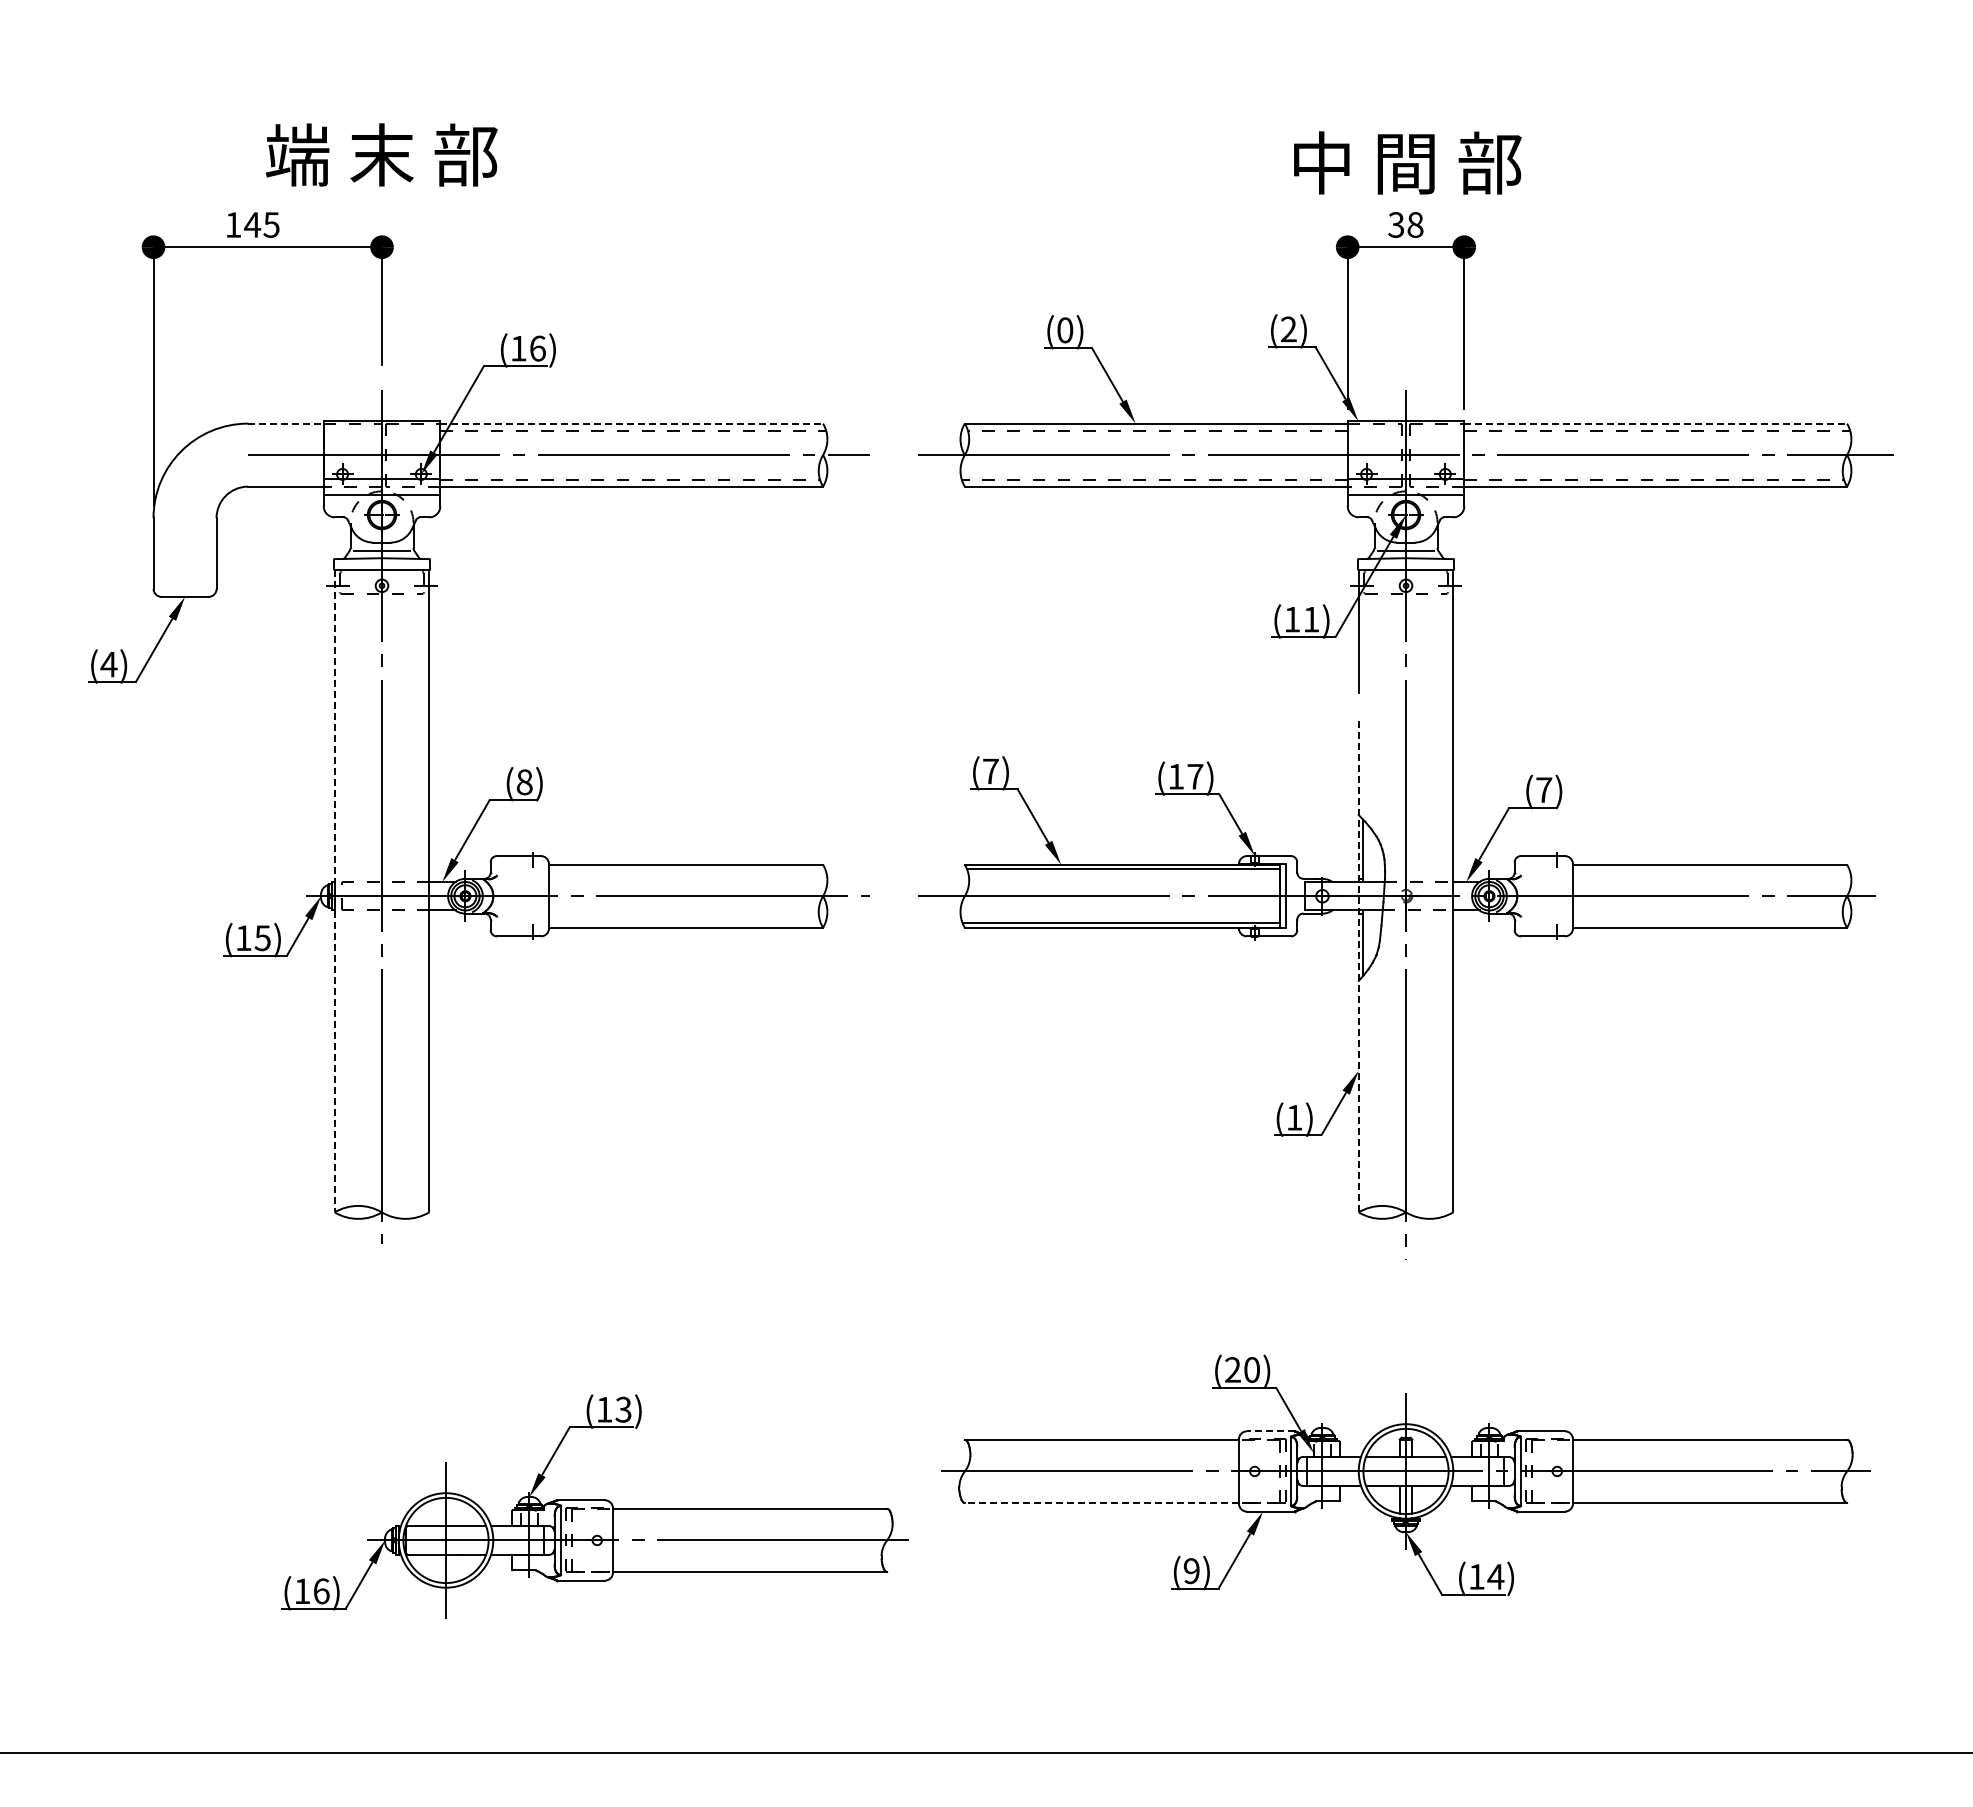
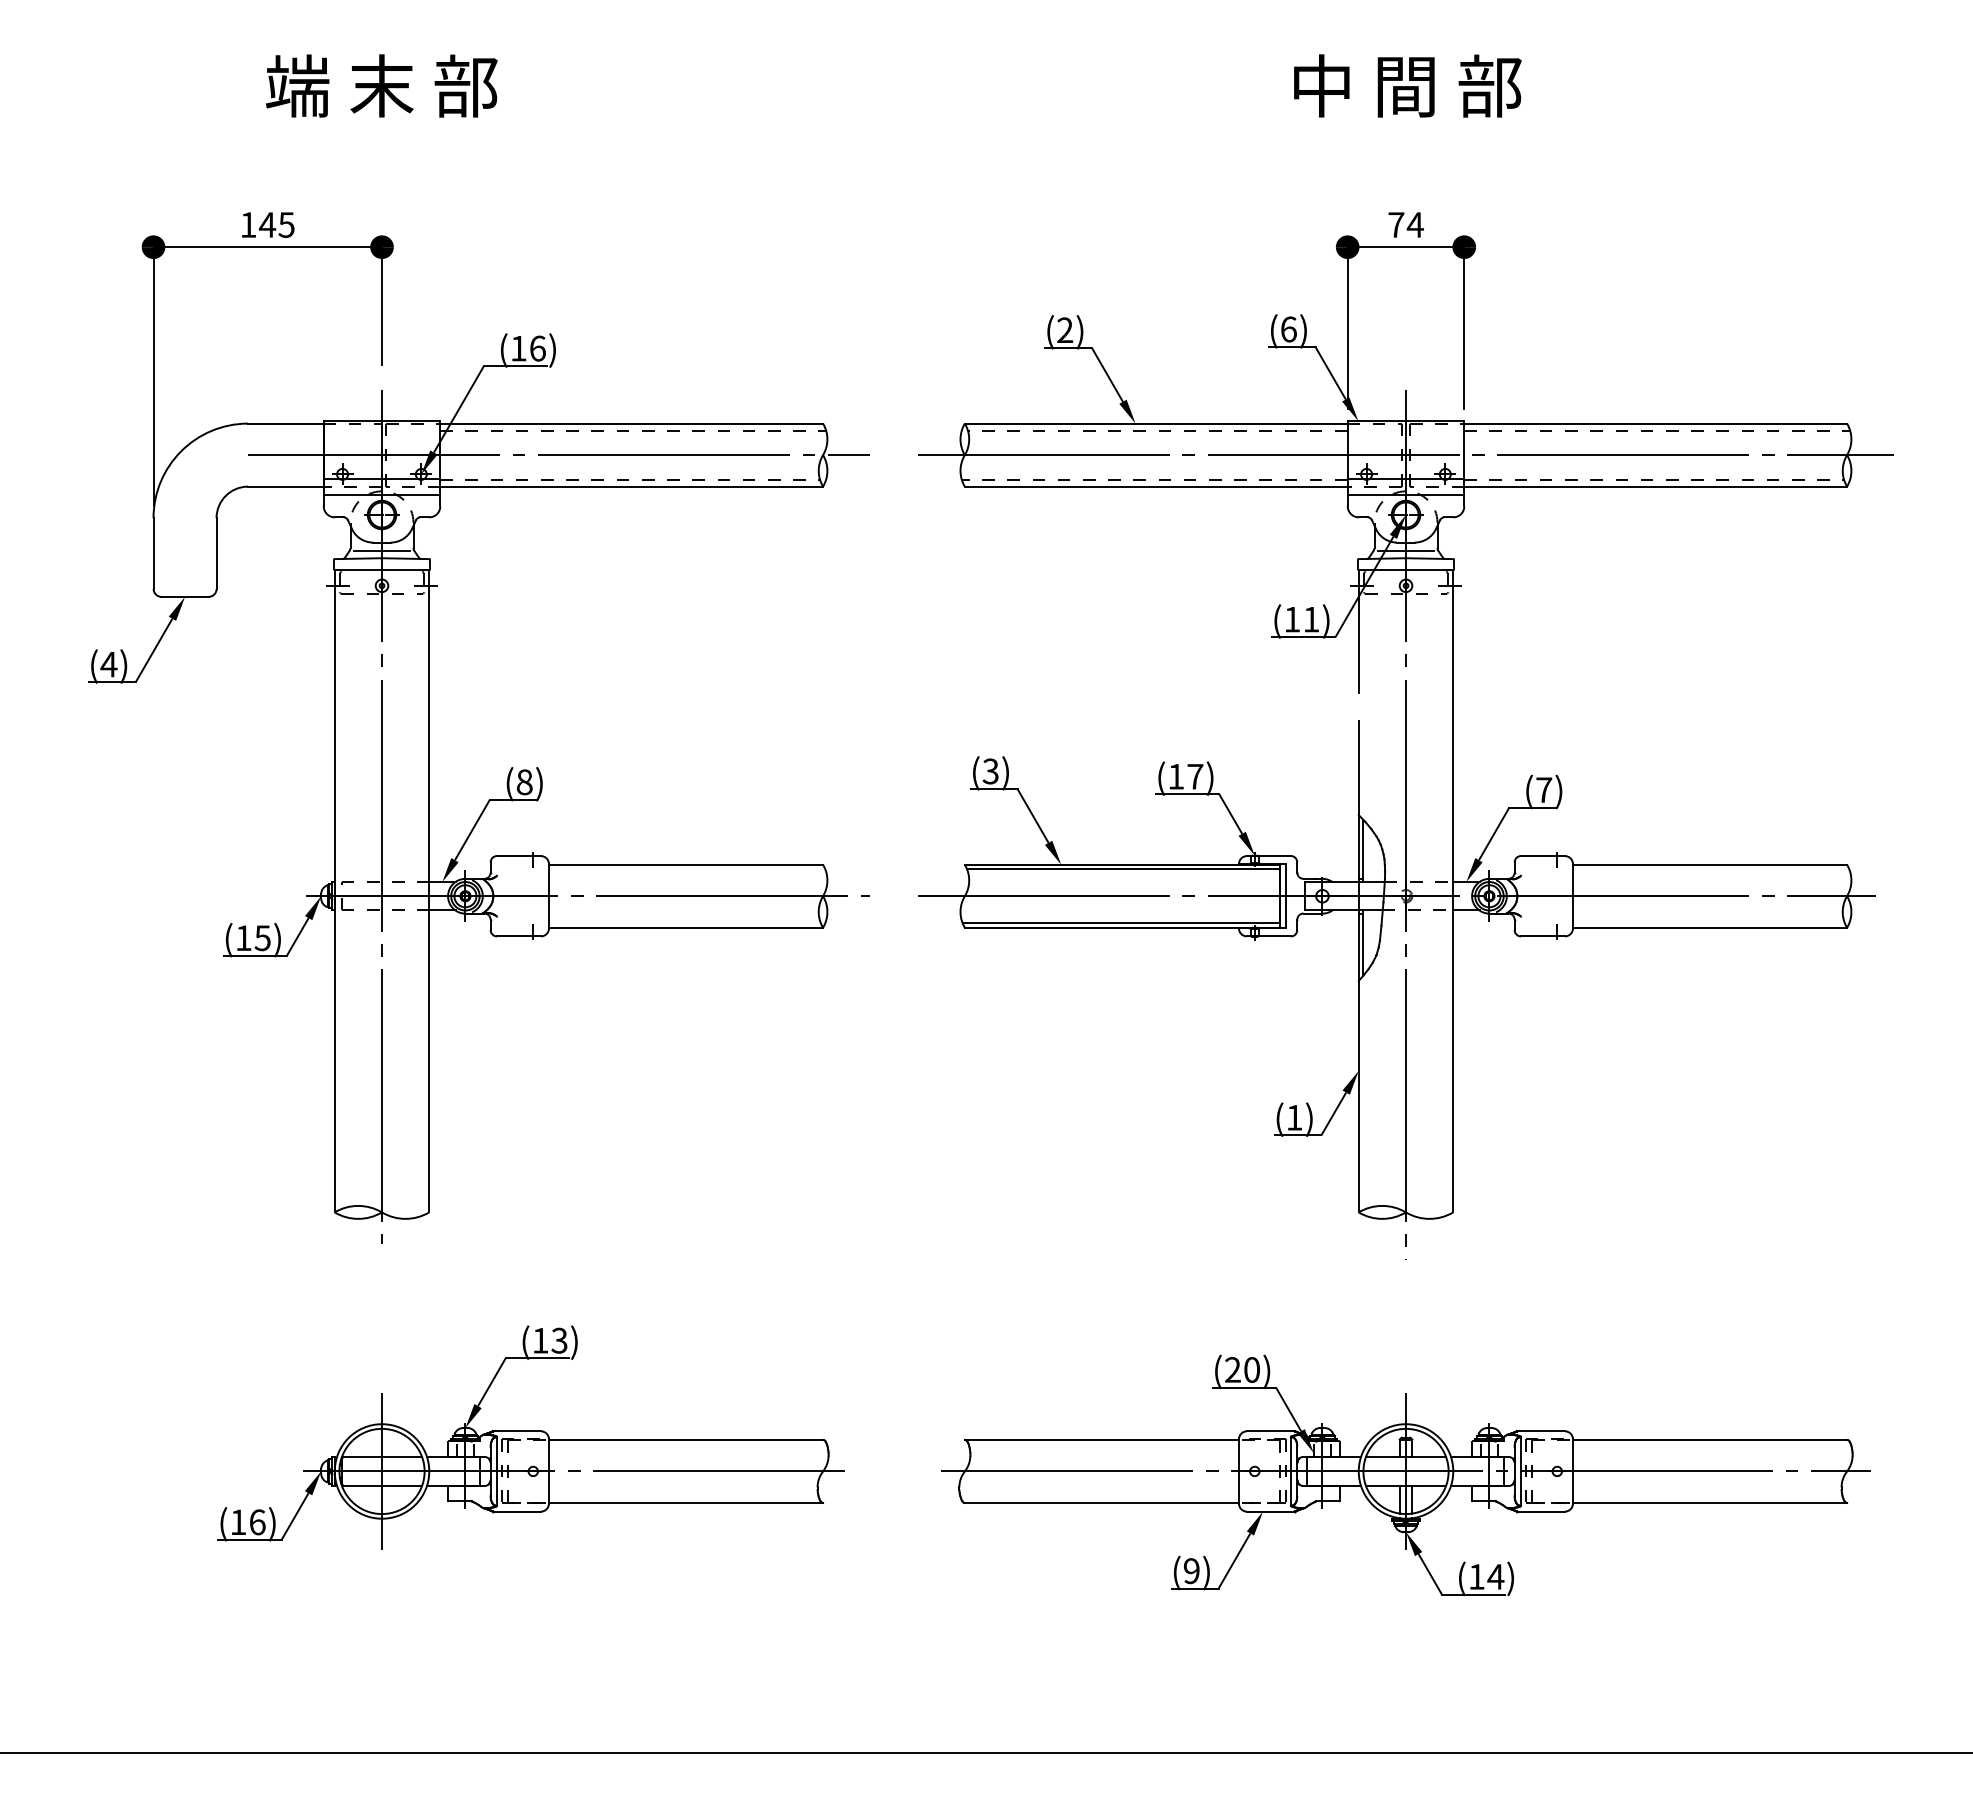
text at (381, 154) position: (381, 154) -> (381, 85)
text at (1407, 162) position: (1407, 162) -> (1407, 85)
text at (253, 224) position: (253, 224) -> (268, 224)
text at (1405, 224): 38 -> 74
text at (1288, 329): (2) -> (6)
text at (1065, 330): (0) -> (2)
line at (285, 423): dashed -> solid
line at (632, 423): dashed -> solid
line at (1656, 423): dashed -> solid
text at (990, 771): (7) -> (3)
line at (334, 891): dashed -> solid
line at (1358, 966): dashed -> solid
line at (1270, 1431): dashed -> solid
line at (1101, 1502): dashed -> solid
part at (594, 1506) position: (594, 1506) -> (530, 1437)
